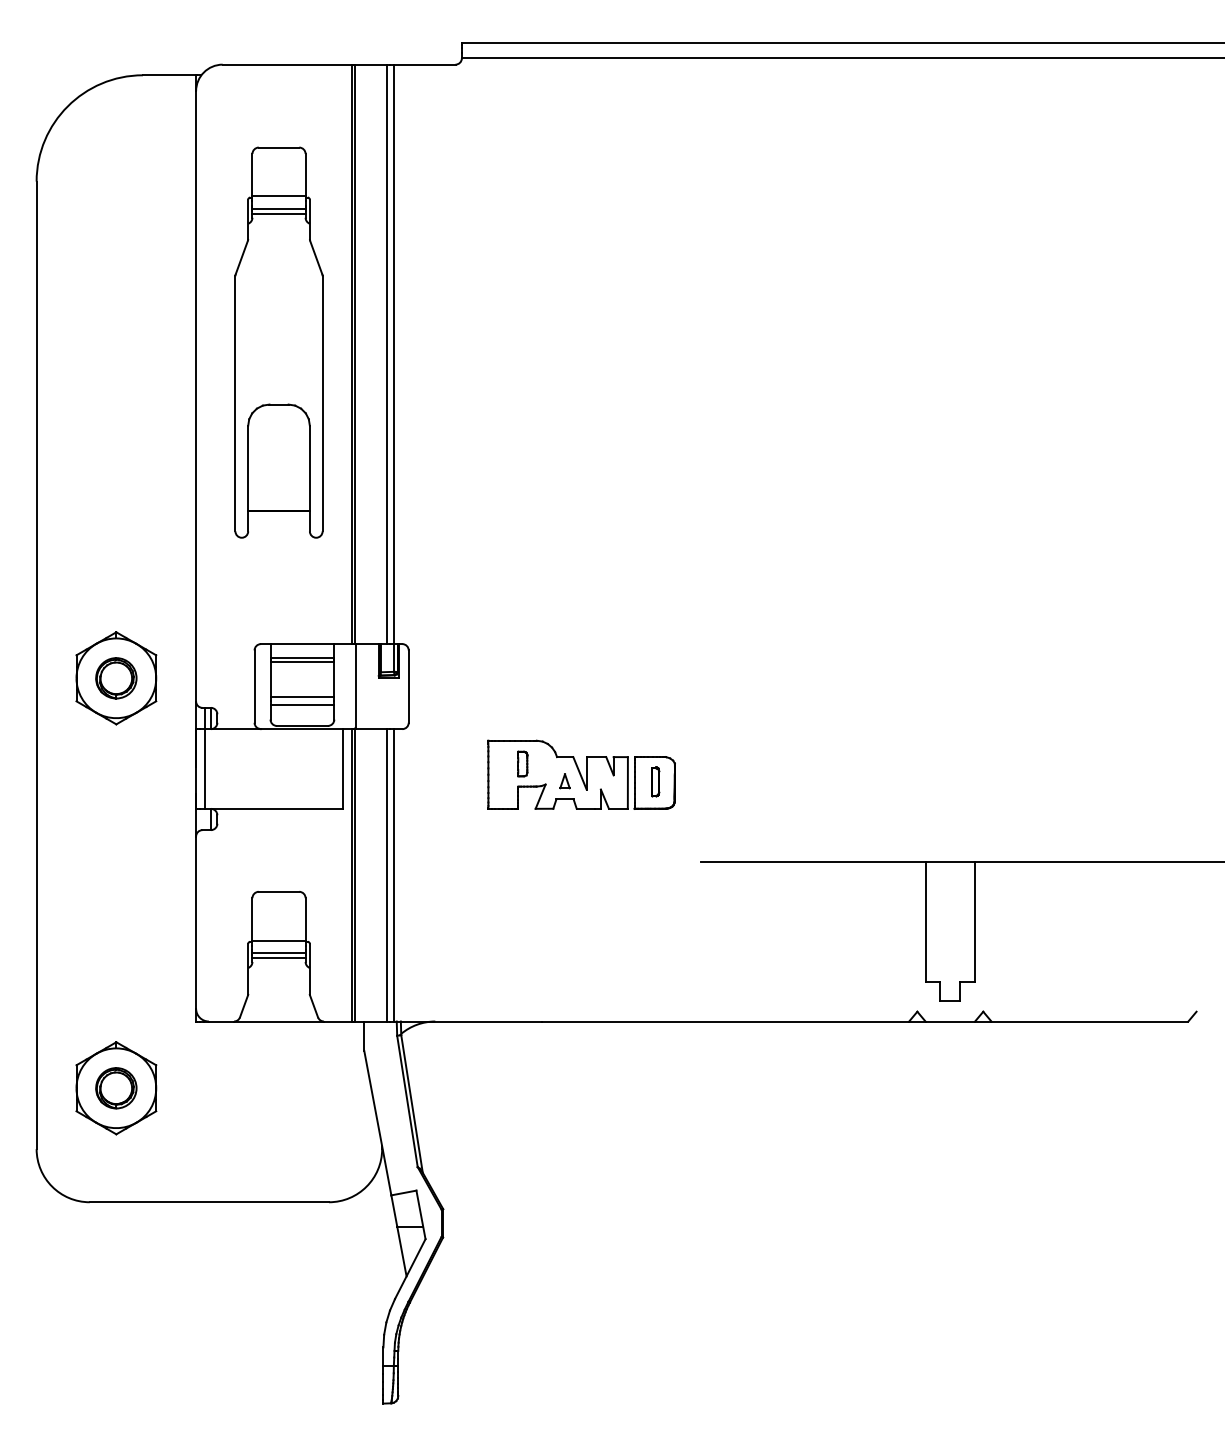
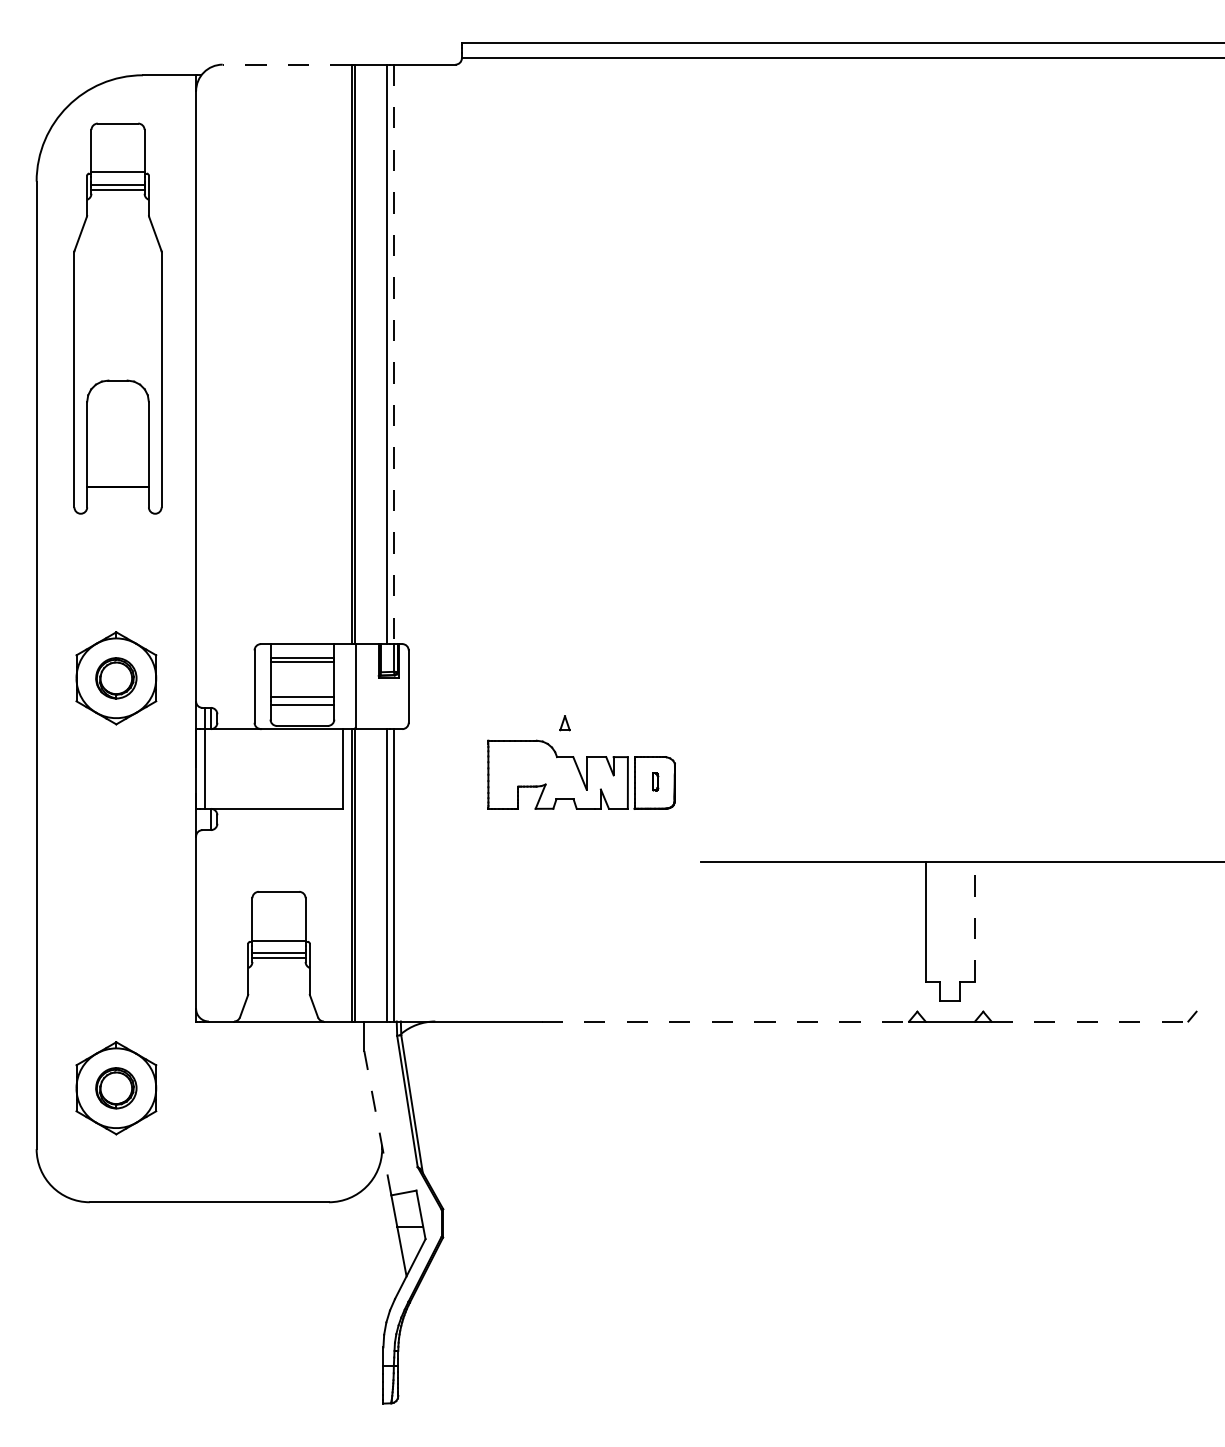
line at (286, 64): solid -> dashed
part at (278, 342) position: (278, 342) -> (117, 318)
line at (394, 354): solid -> dashed
part at (522, 763): present -> none
part at (564, 781) position: (564, 781) -> (564, 723)
part at (655, 781) size: 10x32 px -> 8x20 px
line at (974, 921): solid -> dashed
line at (725, 1021): solid -> dashed
line at (1090, 1021): solid -> dashed
line at (377, 1122): solid -> dashed
